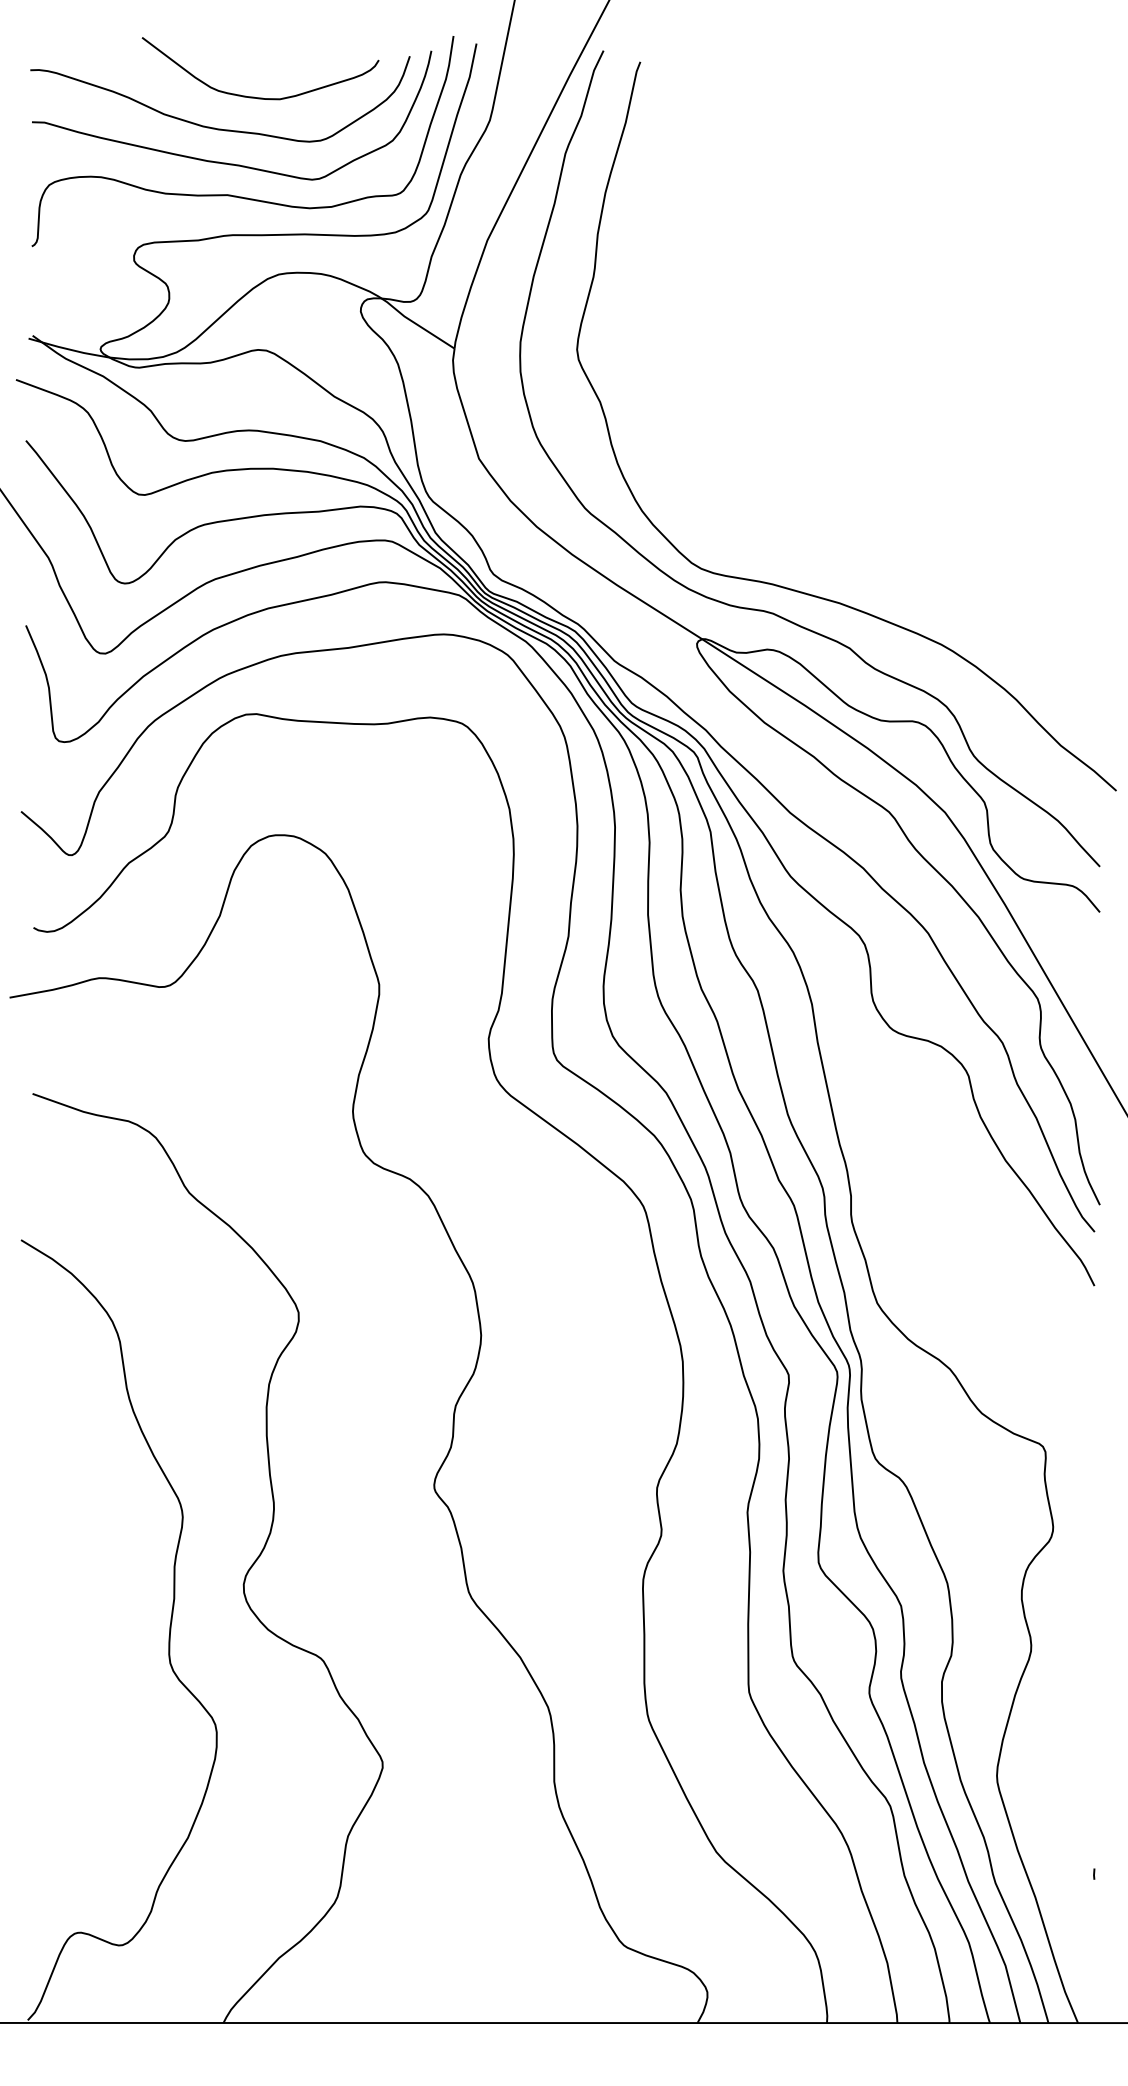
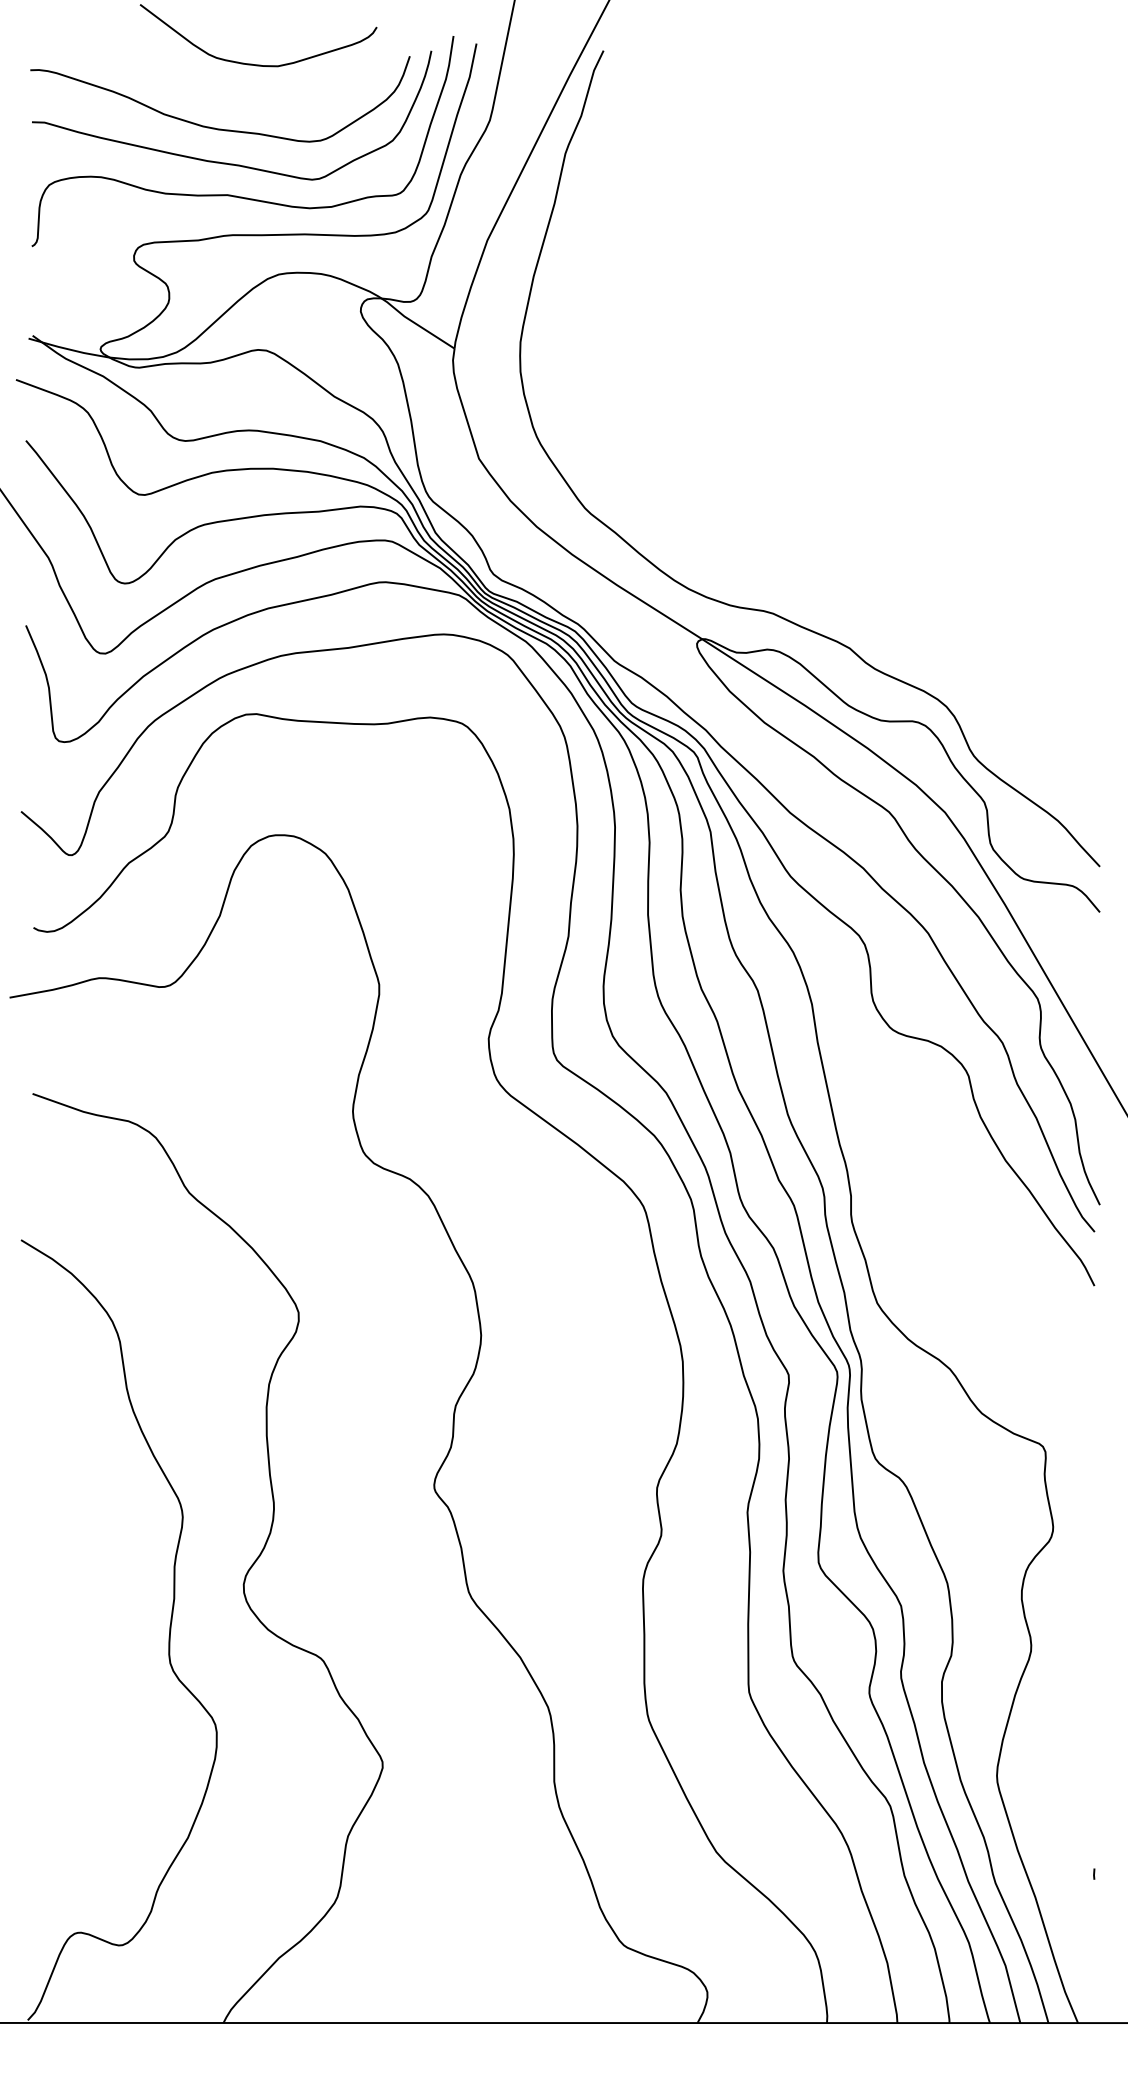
curve at (254, 96) position: (254, 96) -> (252, 63)
curve at (802, 591): present -> none
